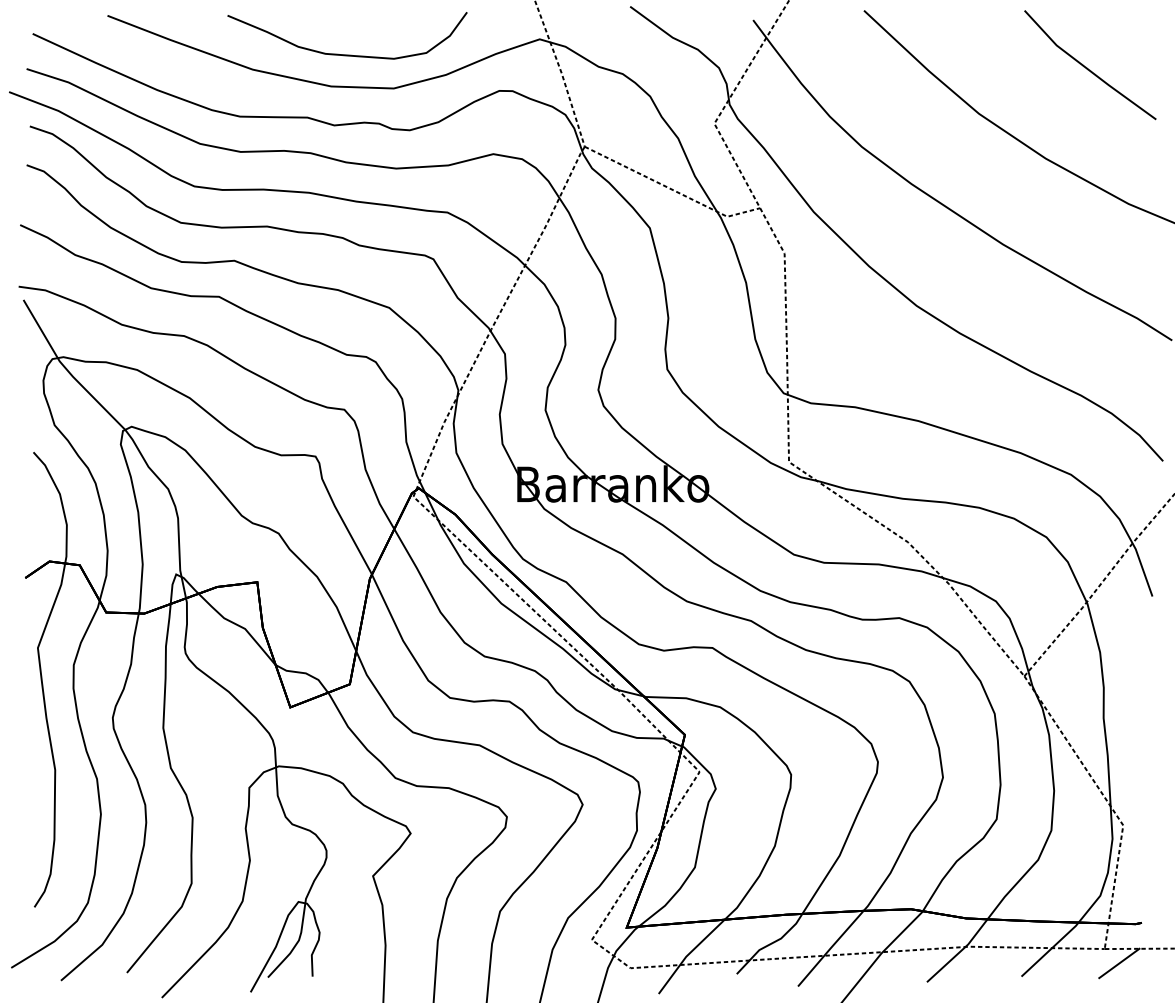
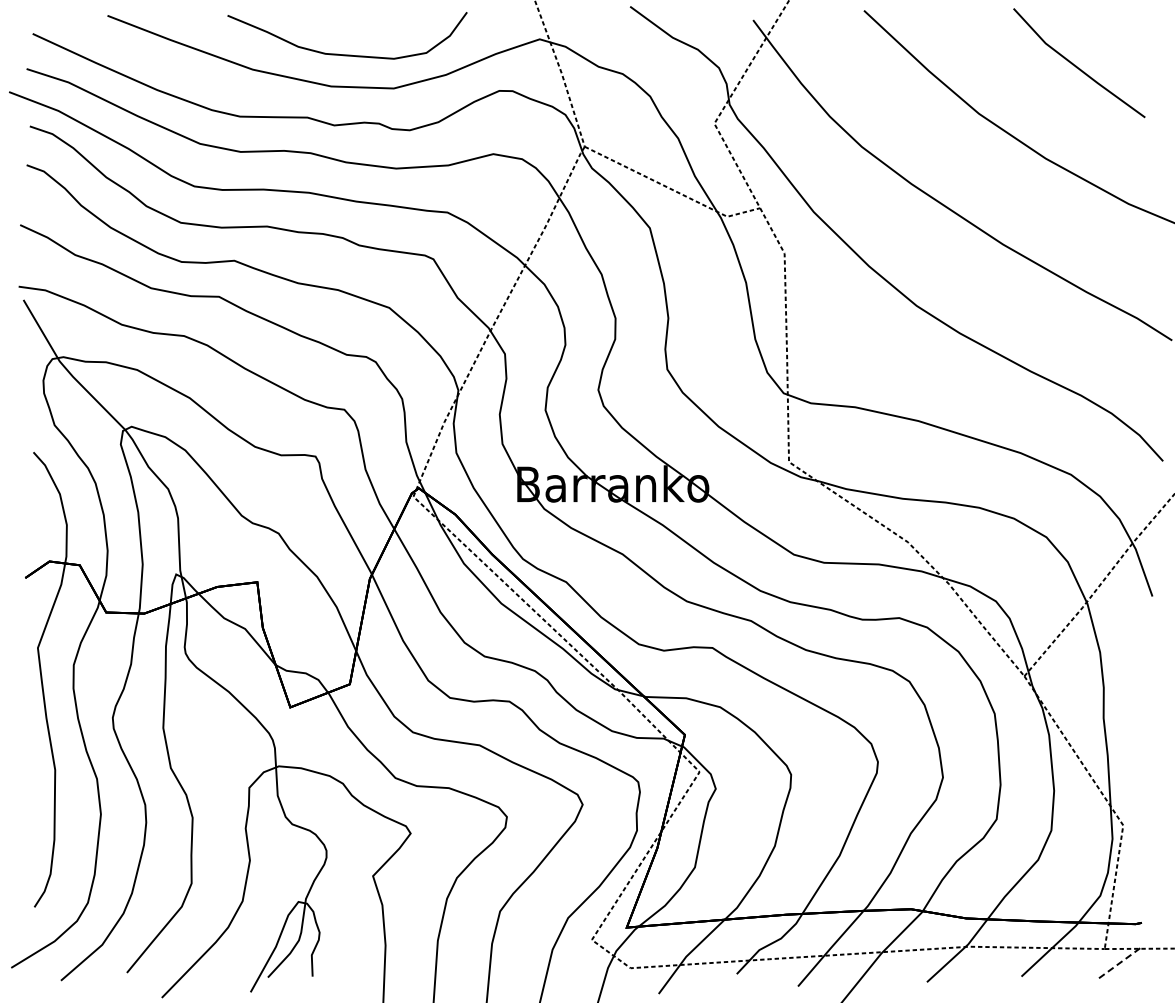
line at (1087, 67) position: (1087, 67) -> (1076, 65)
line at (1119, 963): solid -> dashed
